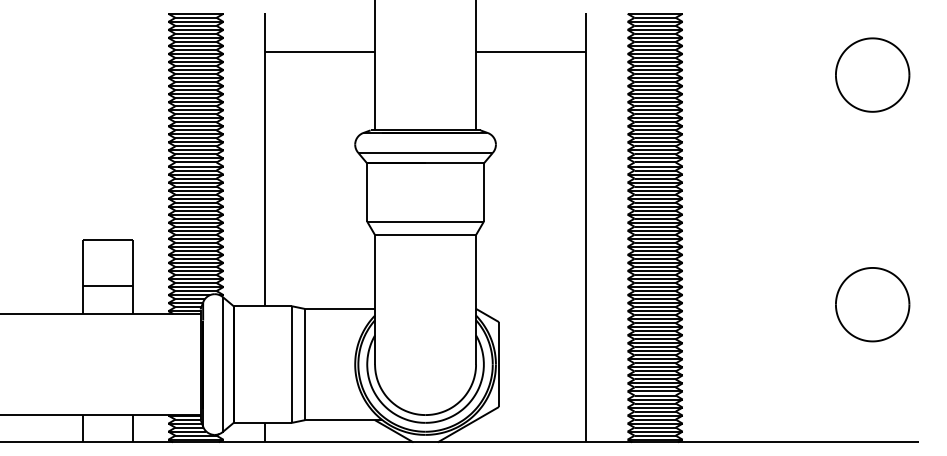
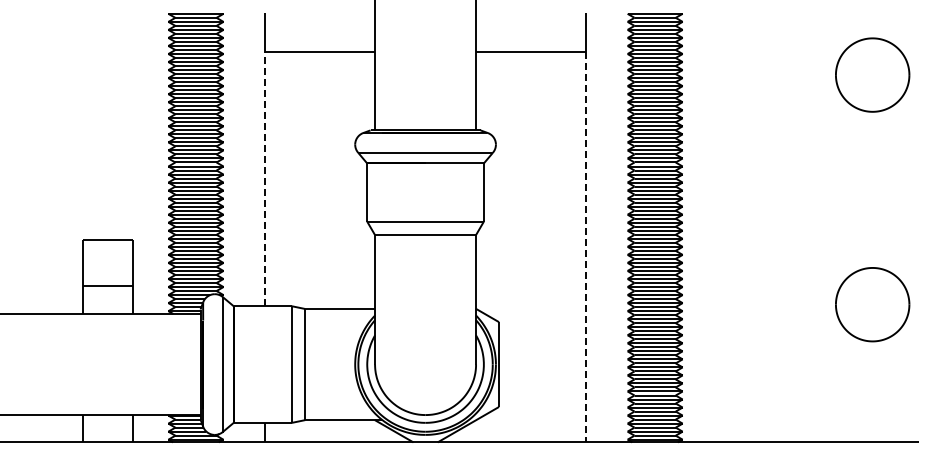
line at (264, 179): solid -> dashed
line at (586, 247): solid -> dashed
